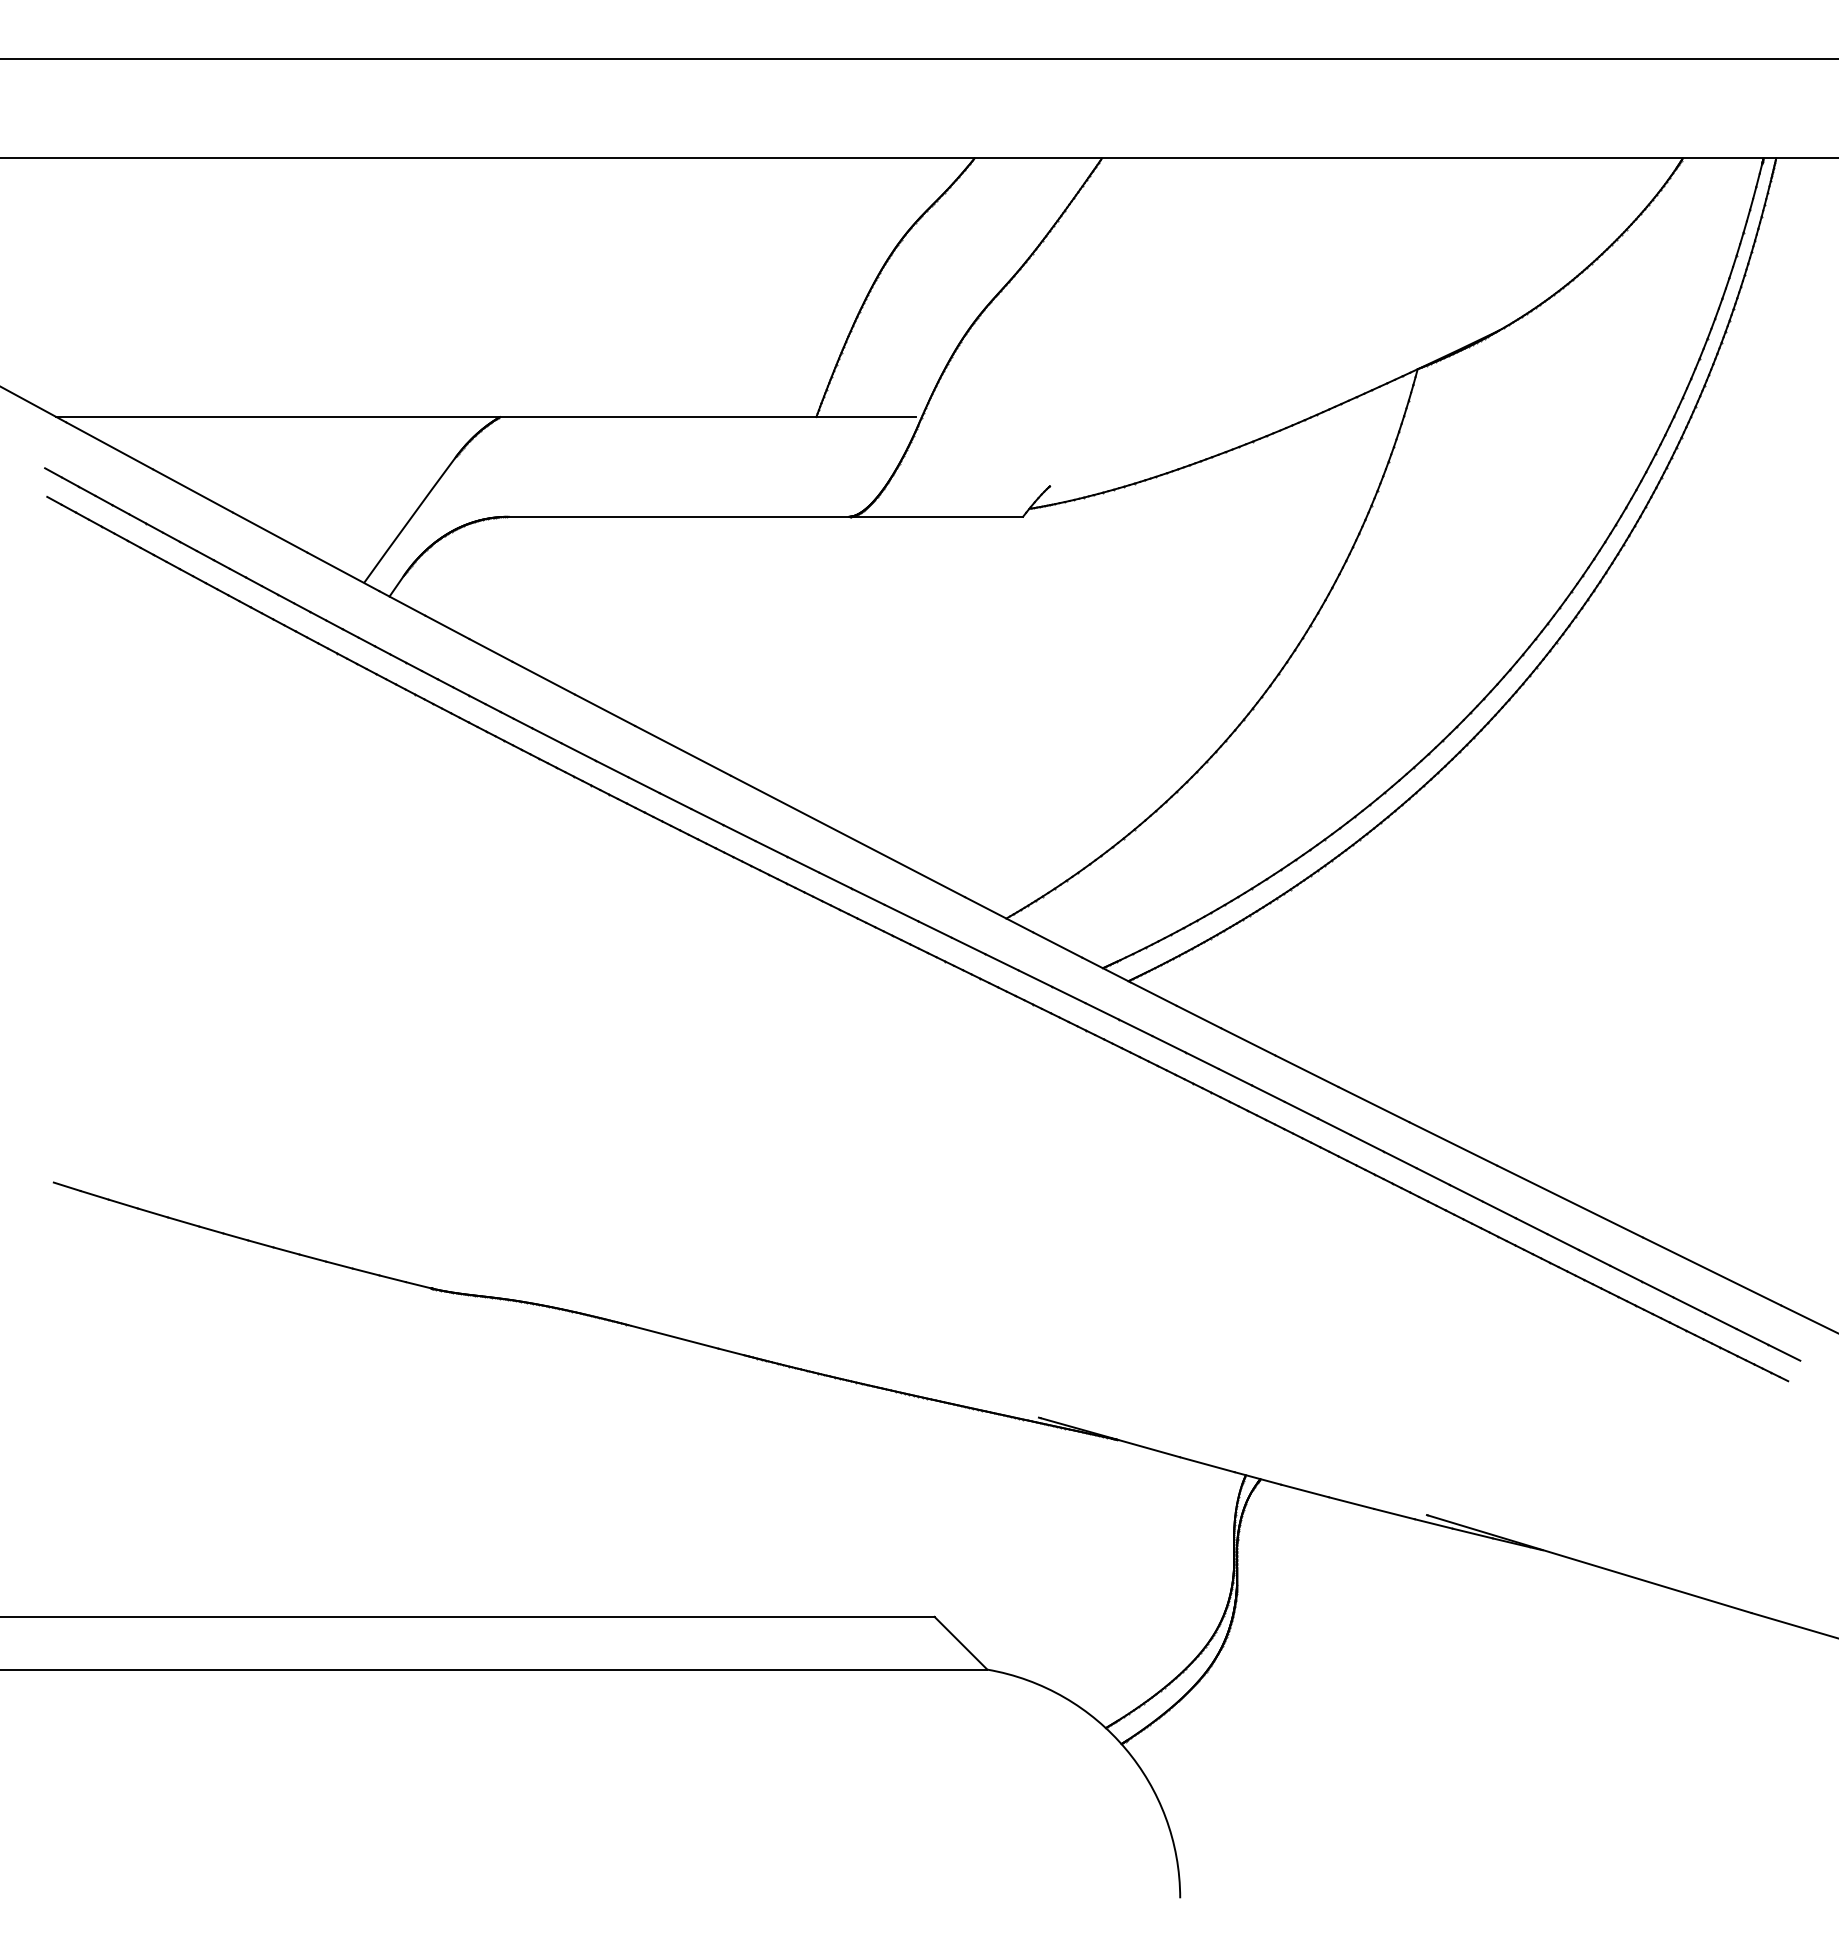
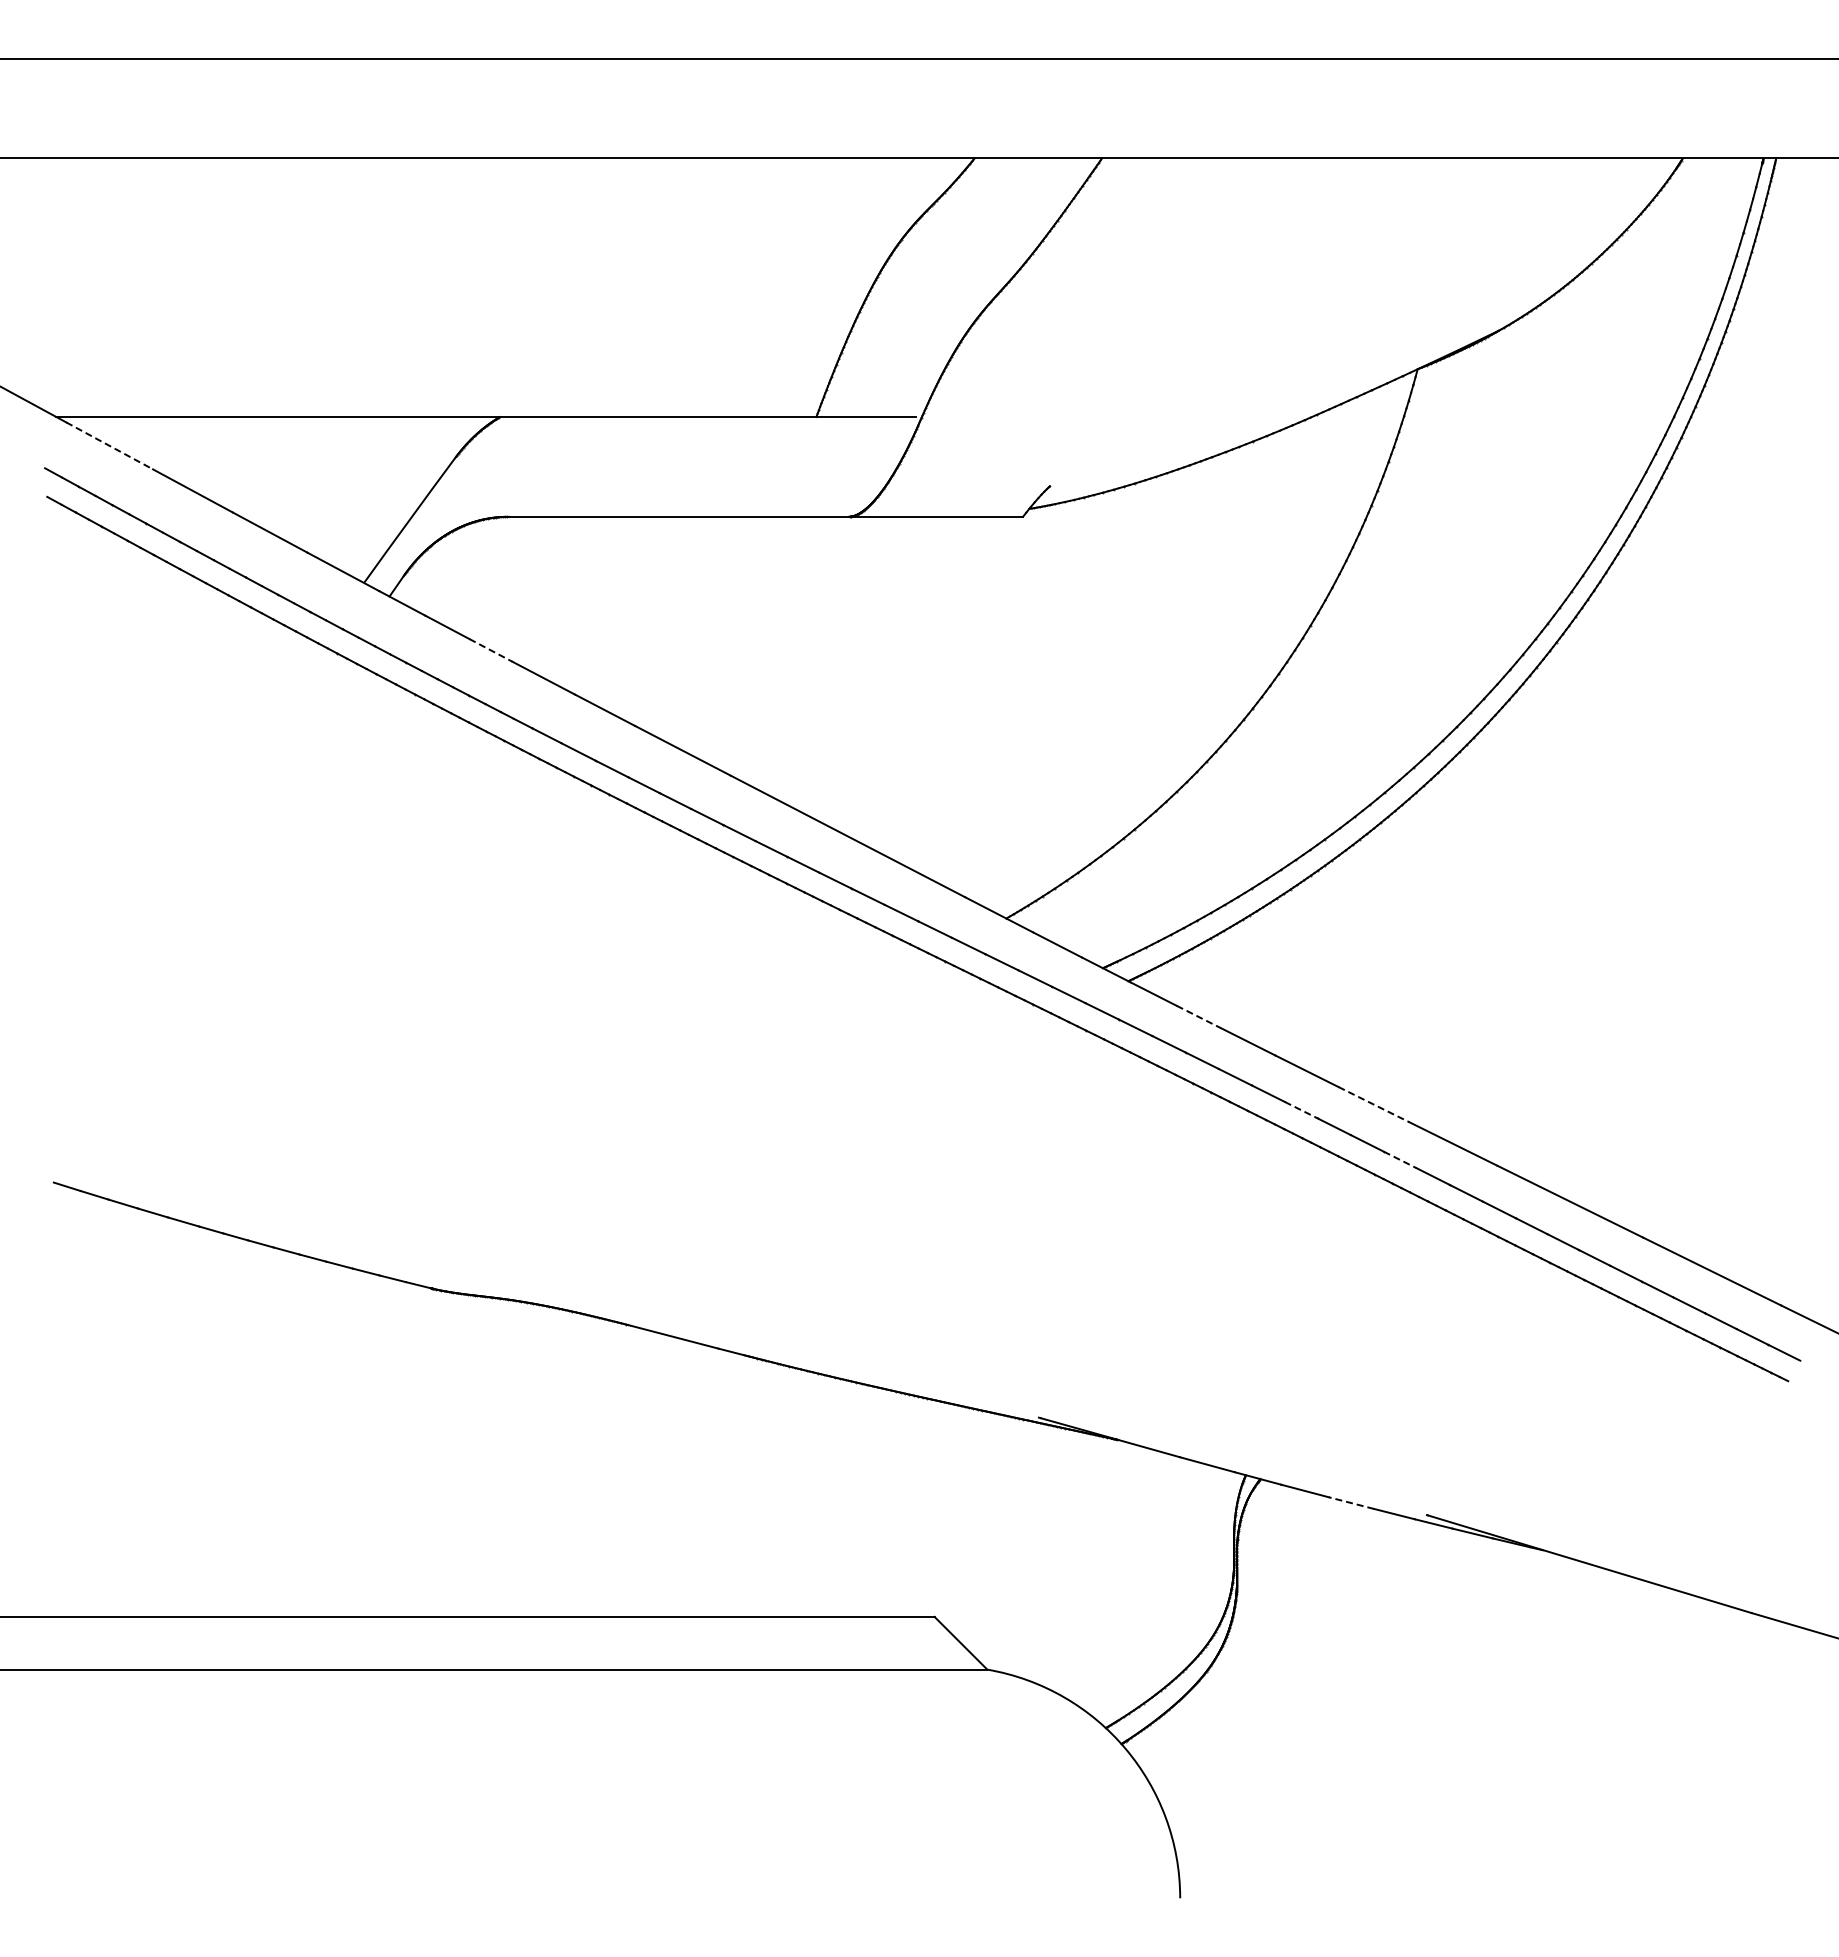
line at (110, 446): solid -> dashed
line at (491, 650): solid -> dashed
line at (1198, 1017): solid -> dashed
line at (1373, 1104): solid -> dashed
line at (1301, 1110): solid -> dashed
line at (1400, 1160): solid -> dashed
line at (1351, 1503): solid -> dashed
